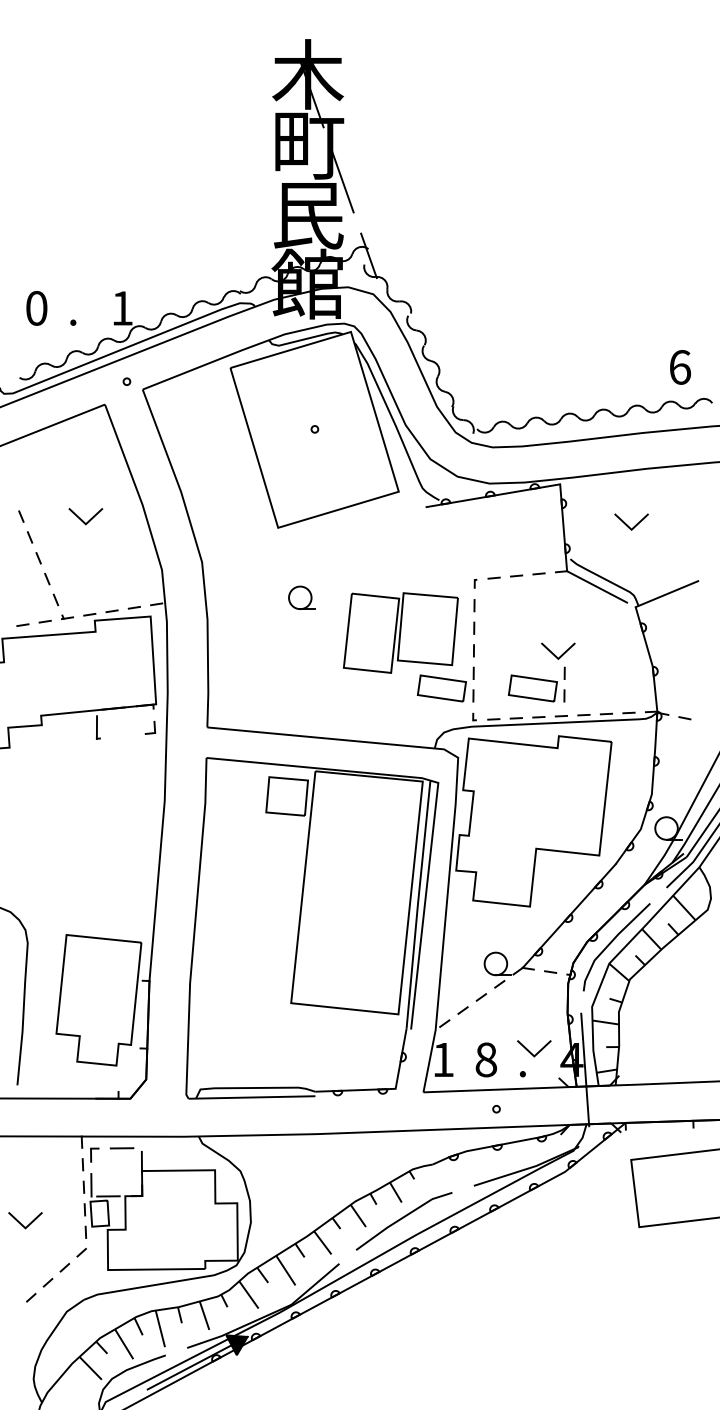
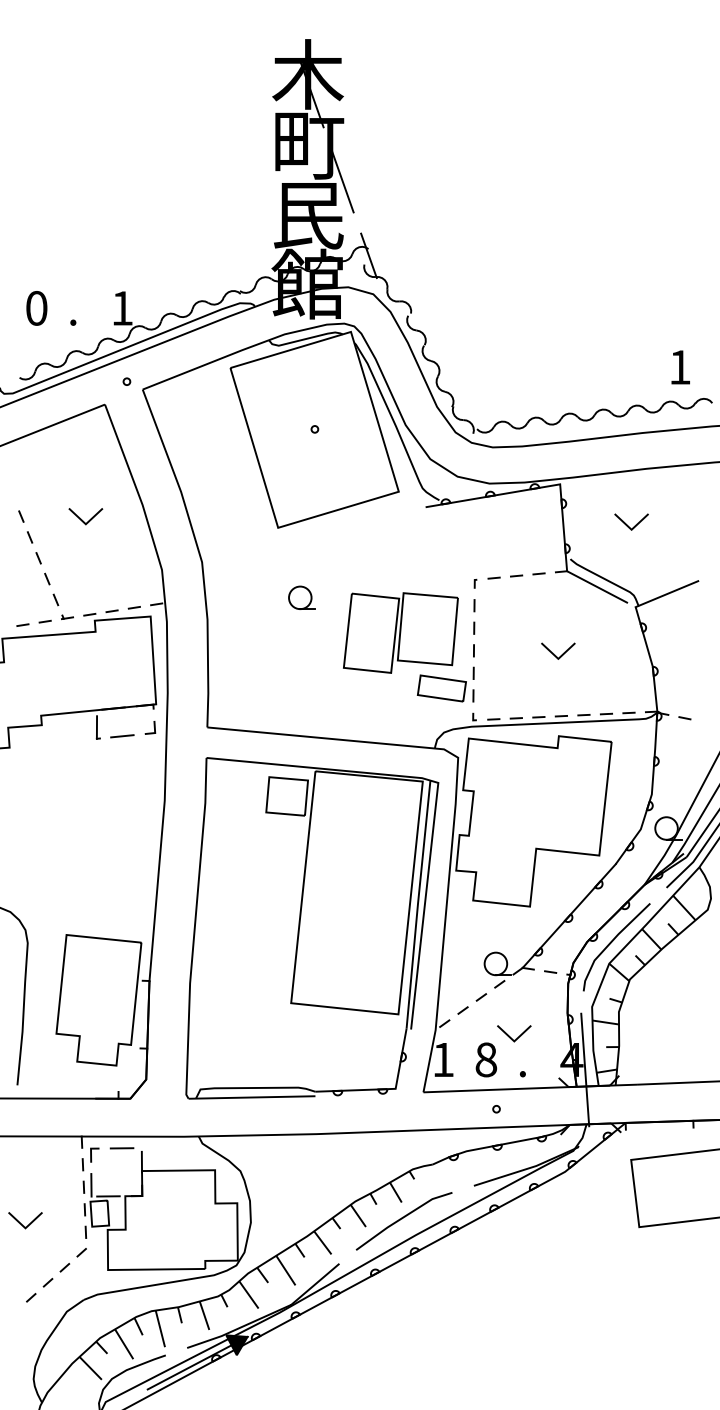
text at (680, 367): 6 -> 1
part at (536, 684): present -> none
line at (122, 736): none -> present
line at (530, 1051) position: (530, 1051) -> (510, 1036)
